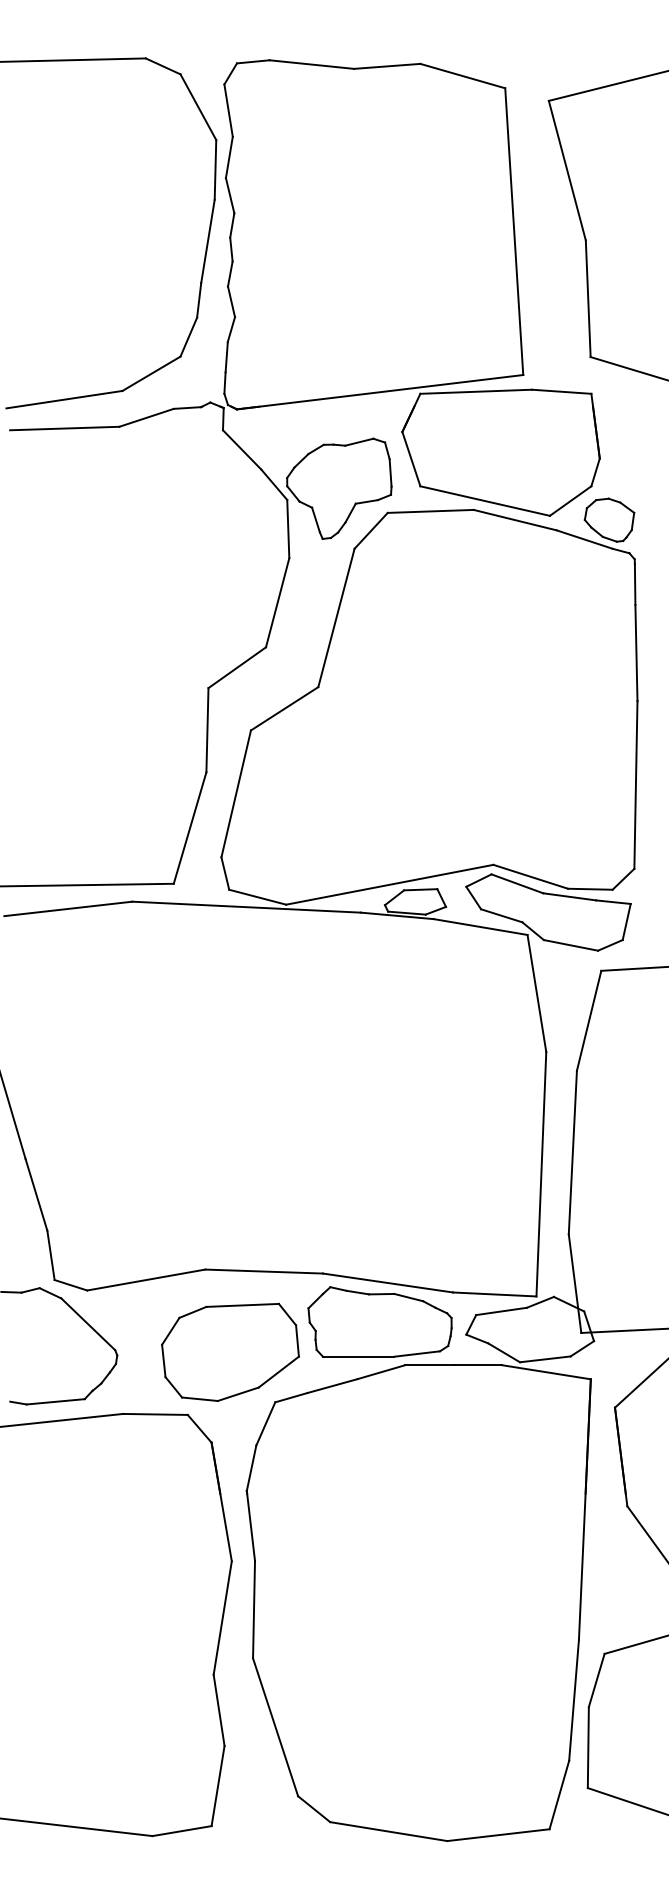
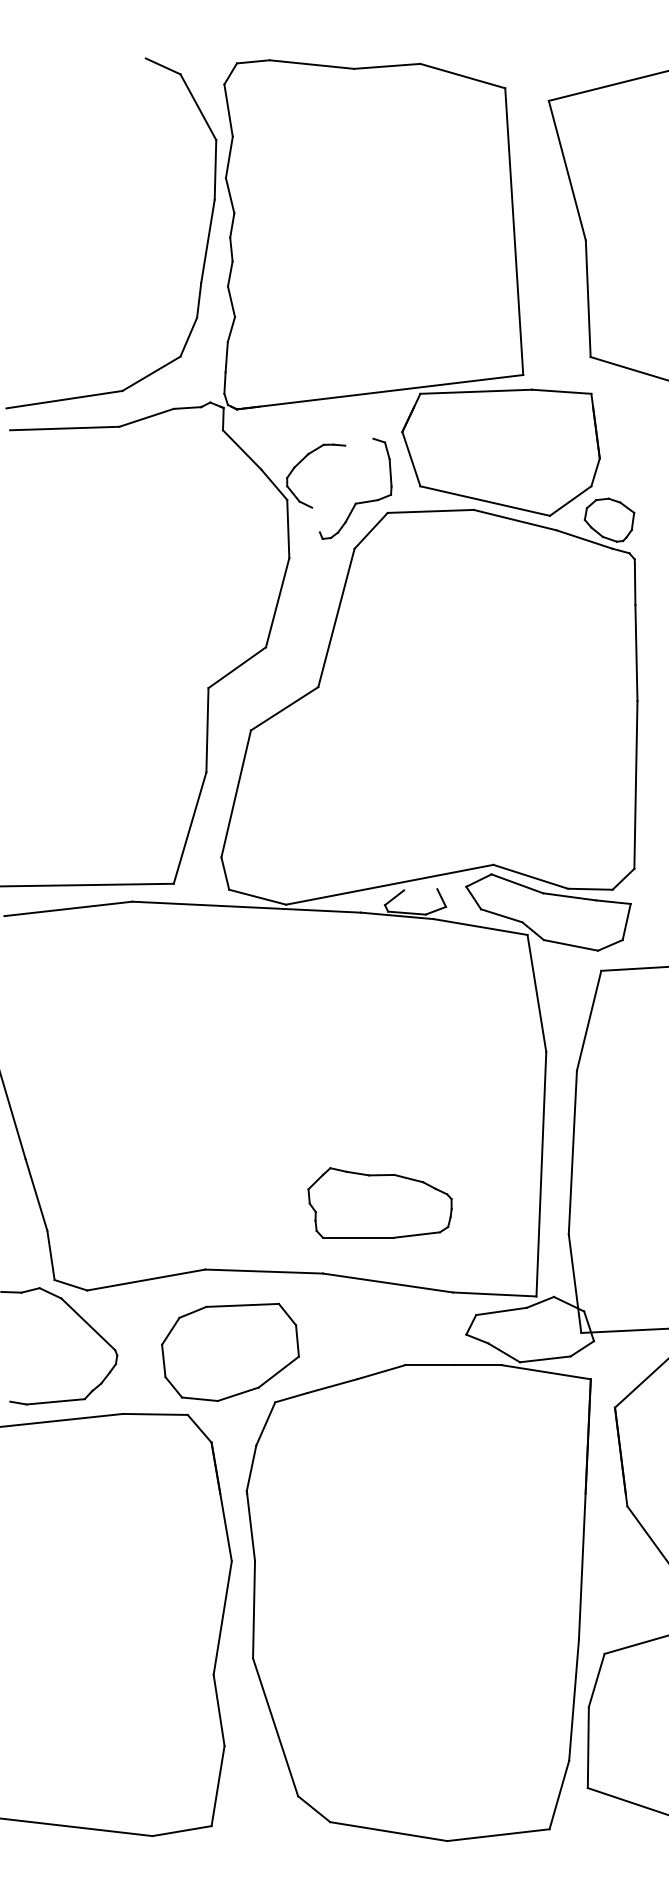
line at (73, 59): present -> none
line at (359, 441): present -> none
line at (315, 519): present -> none
line at (420, 889): present -> none
part at (379, 1321) position: (379, 1321) -> (379, 1202)
